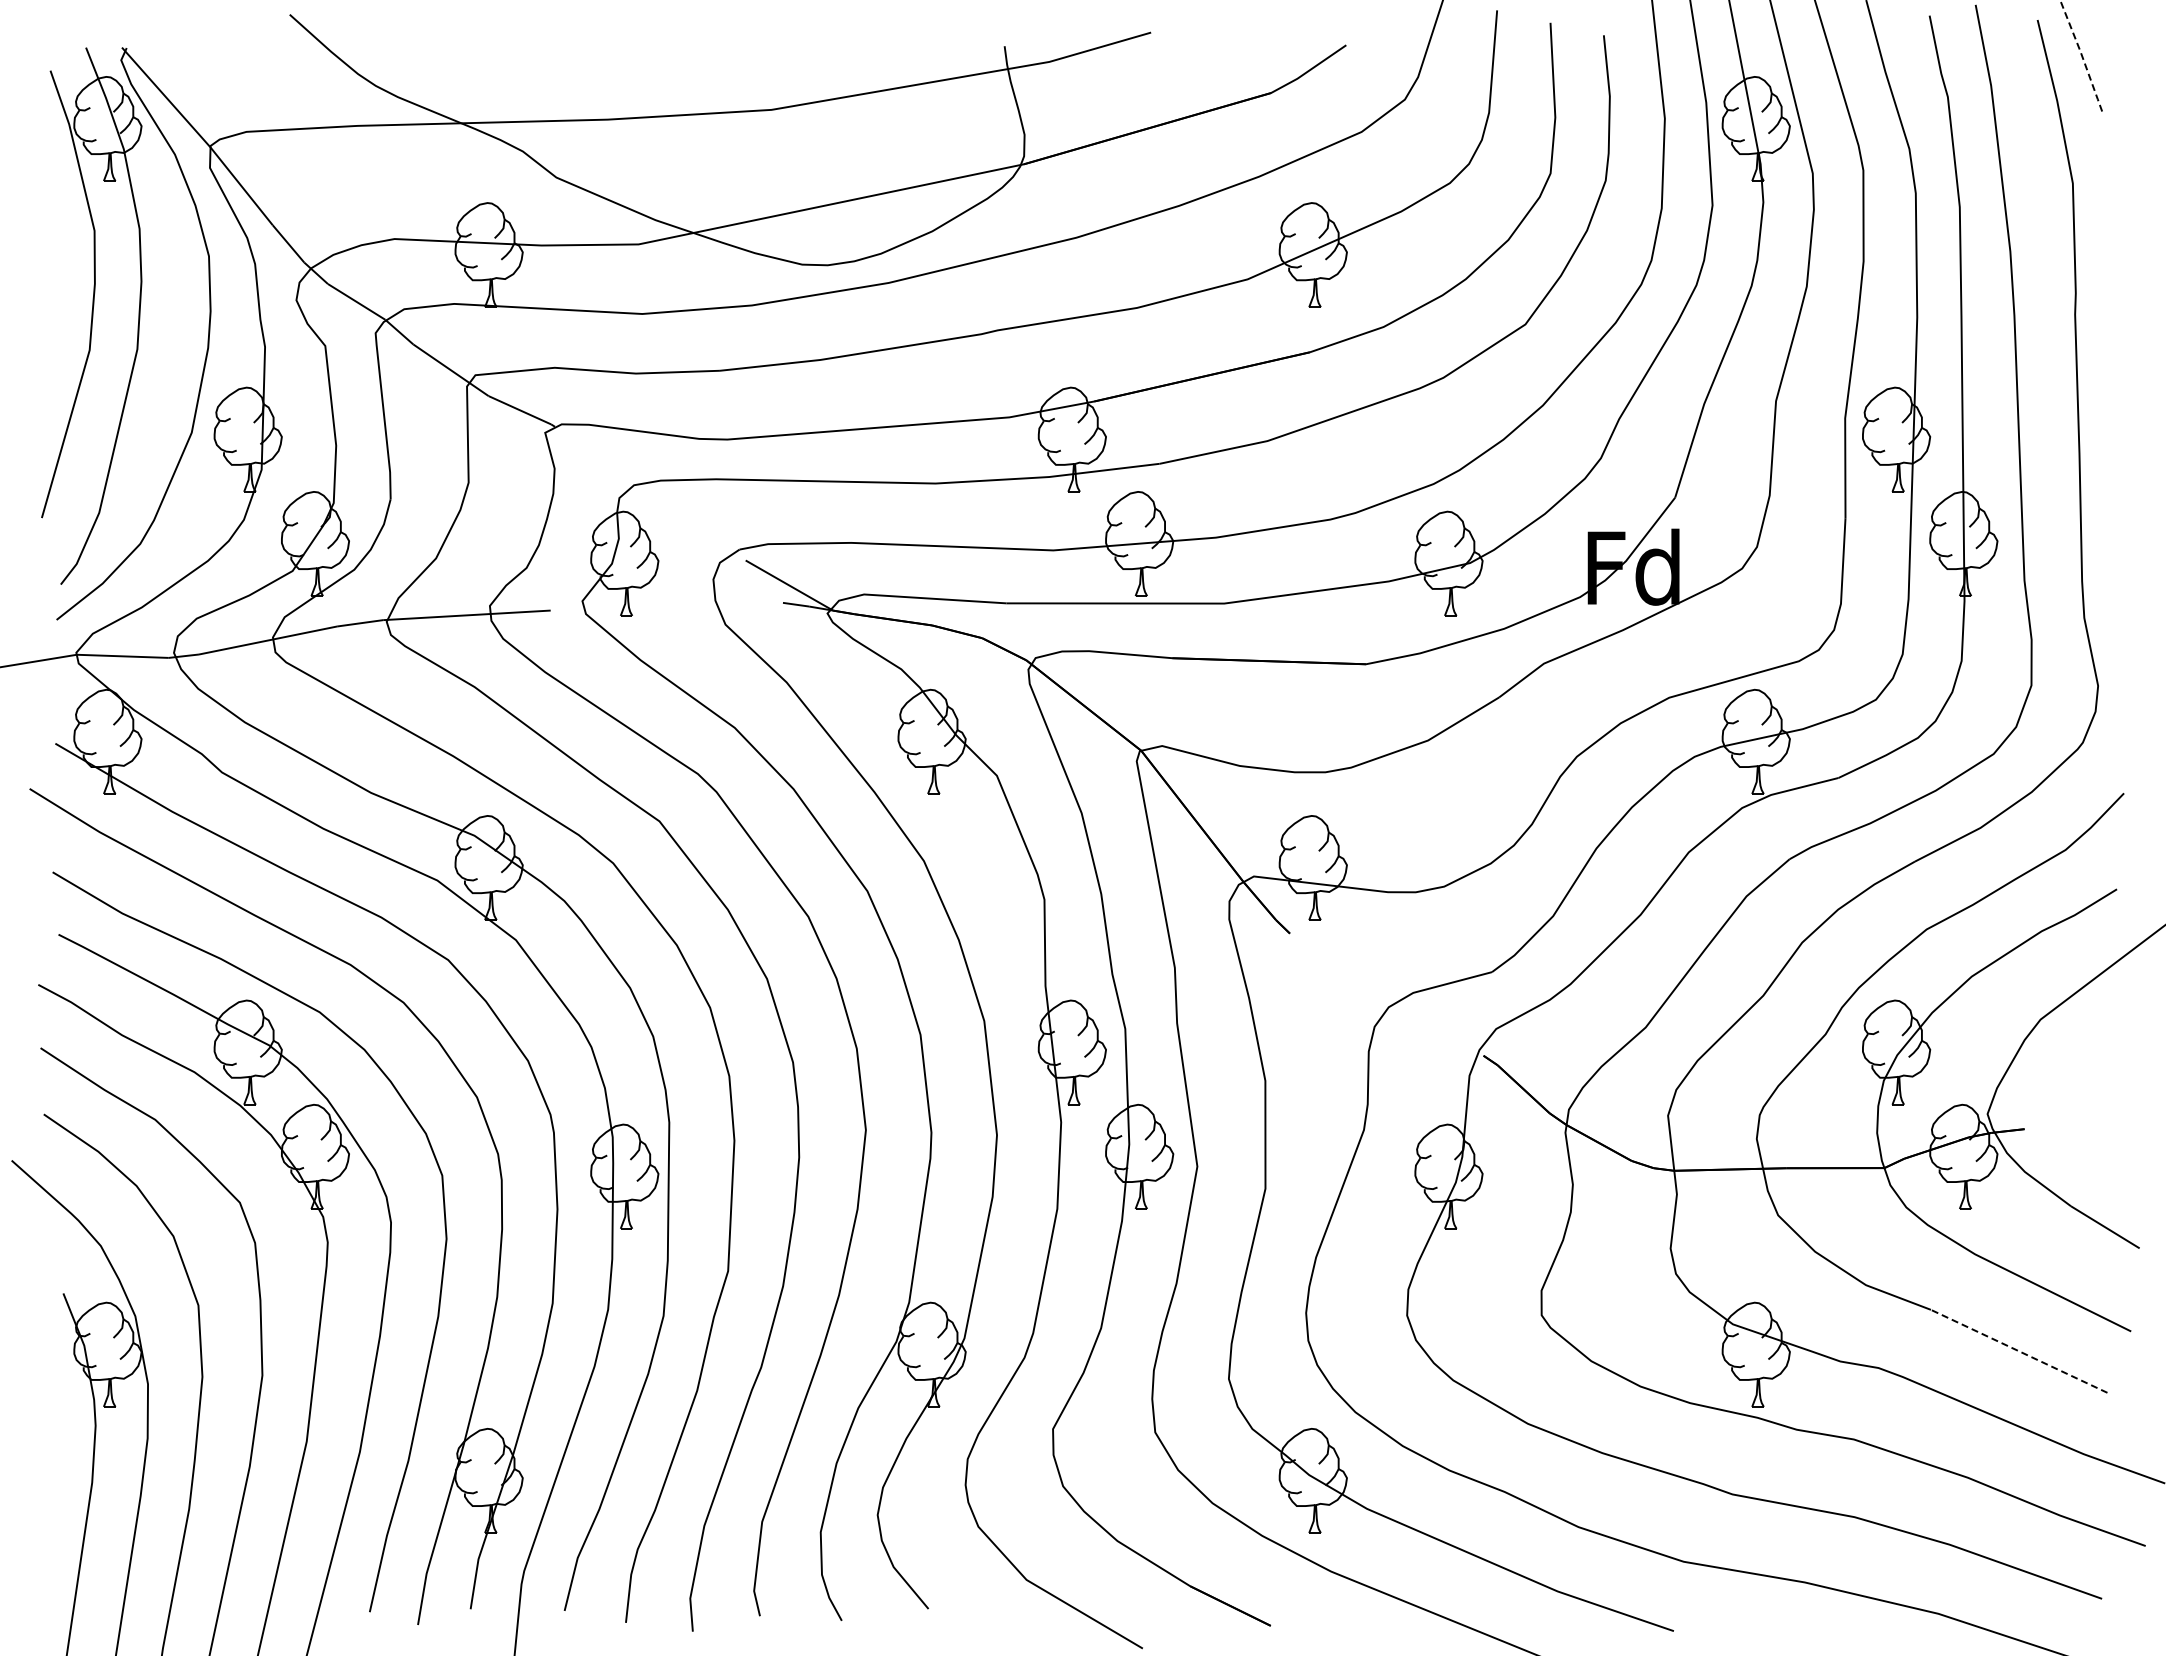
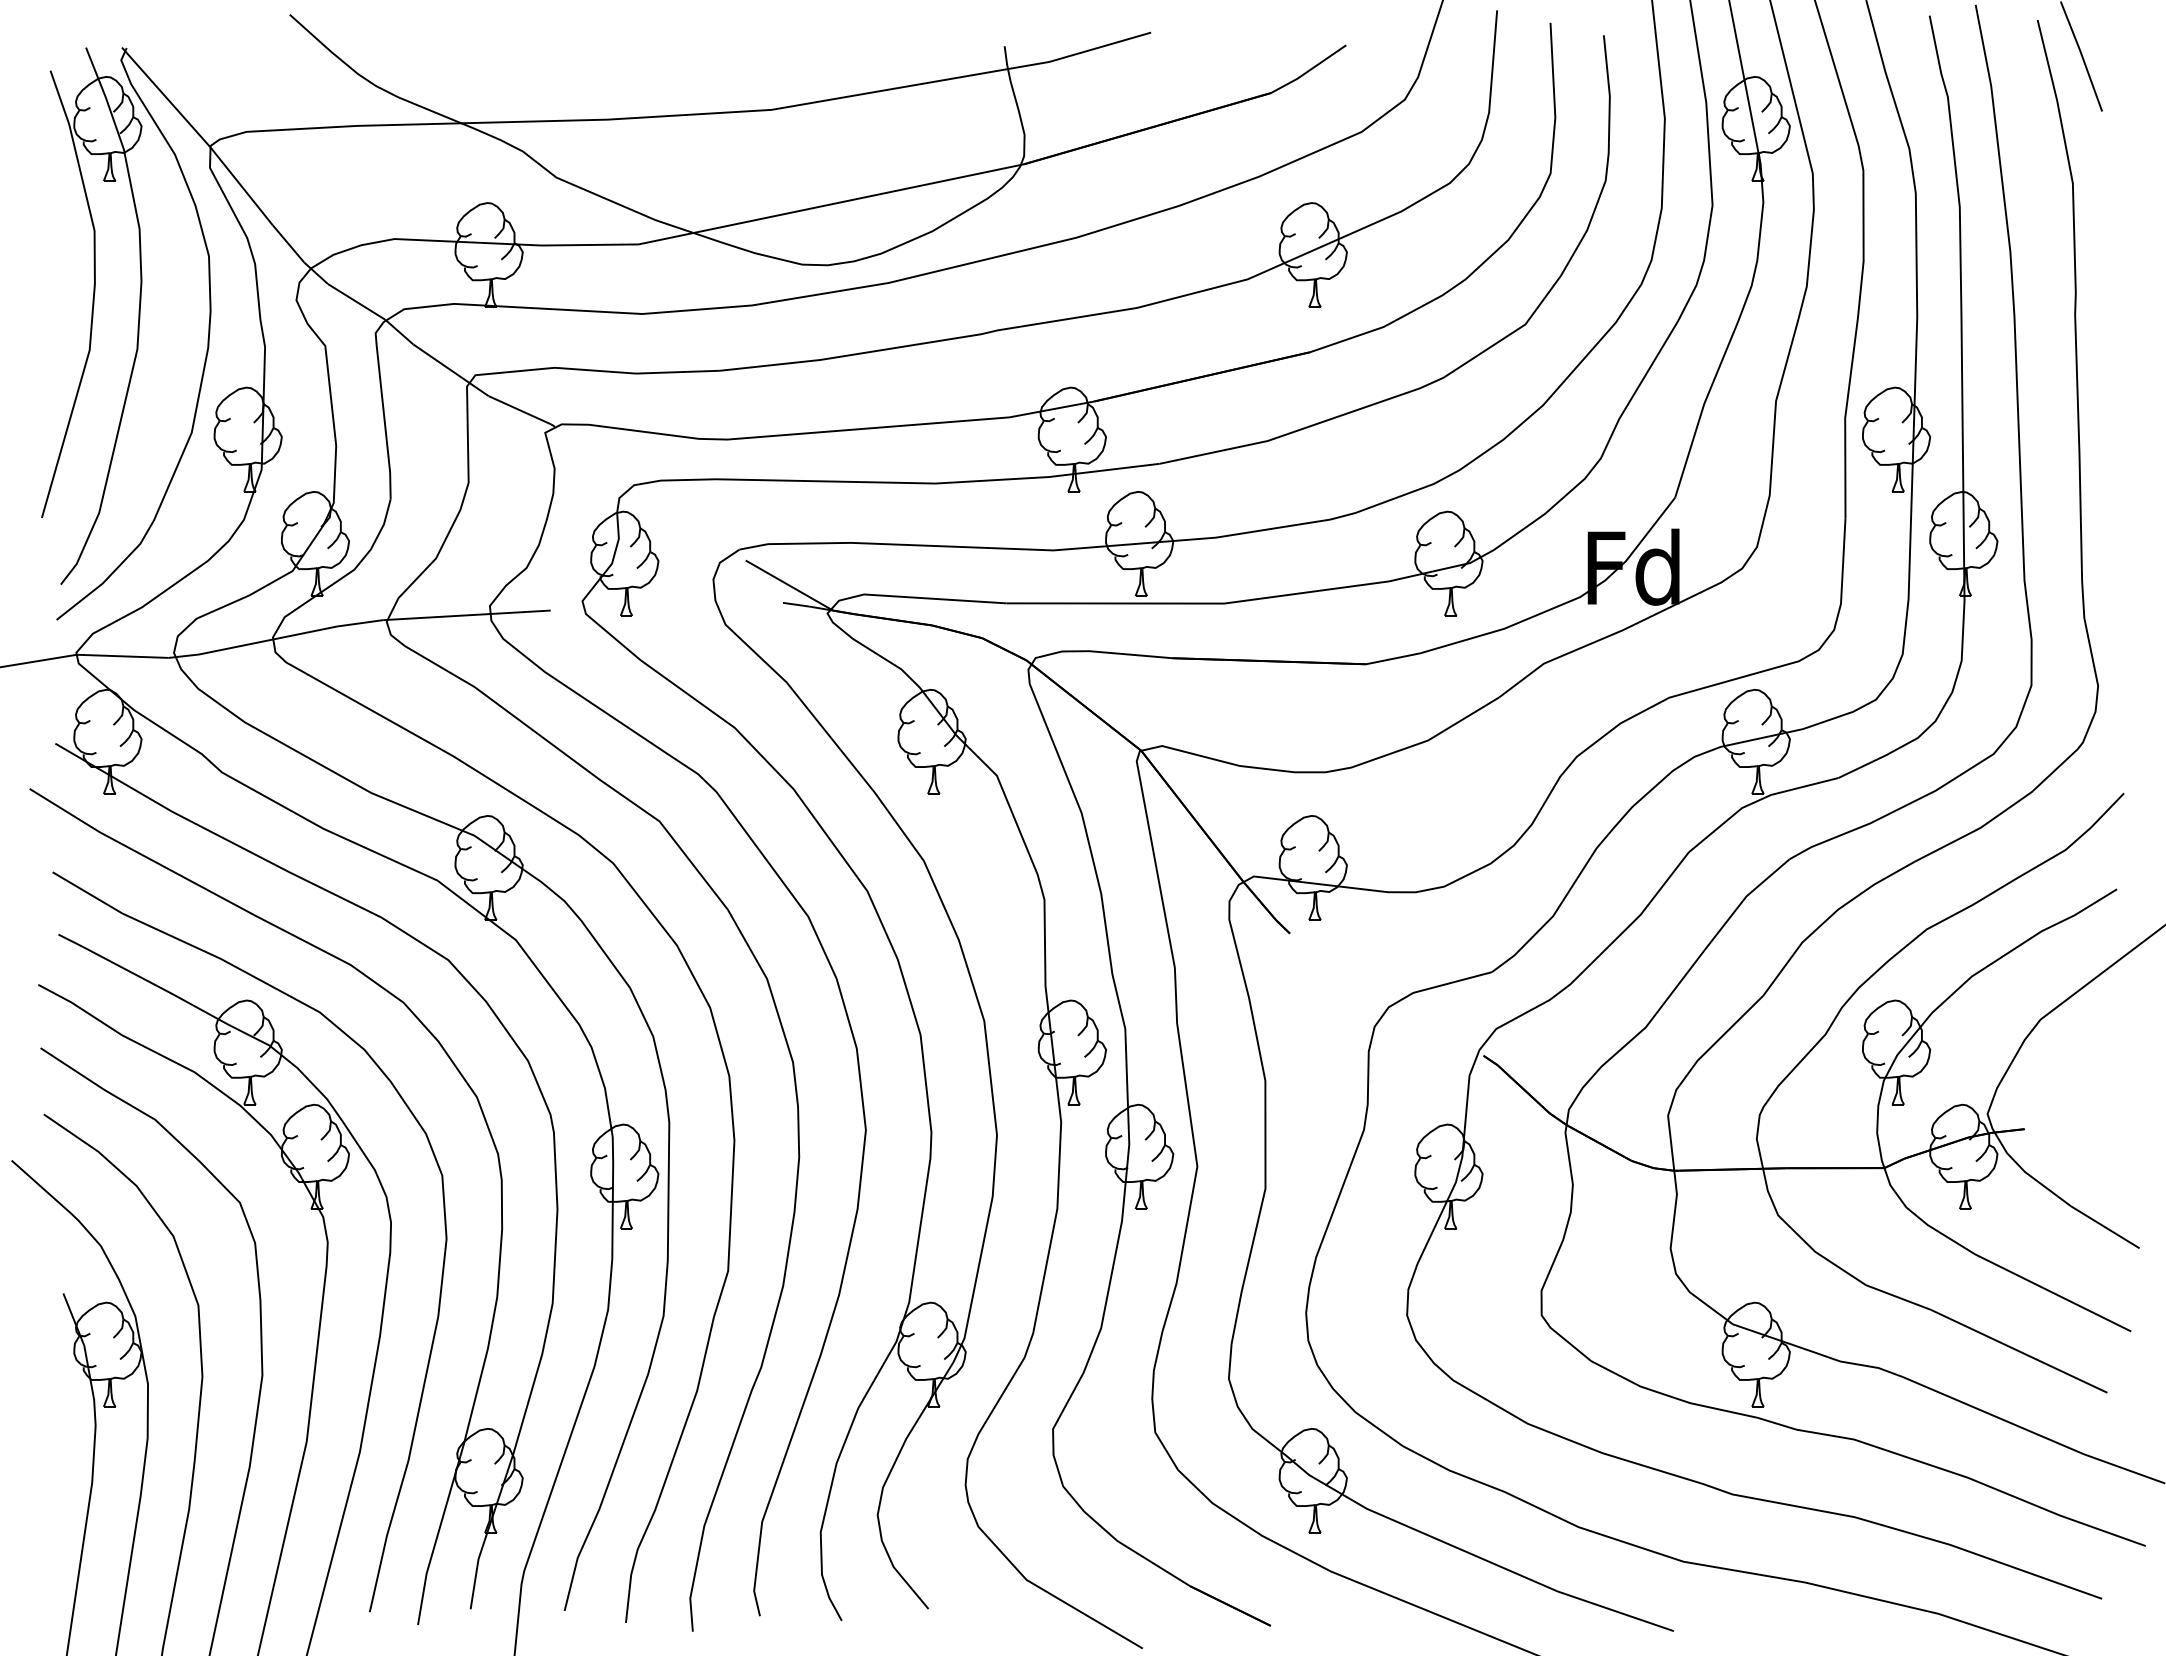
line at (2082, 56): dashed -> solid
line at (2019, 1351): dashed -> solid
